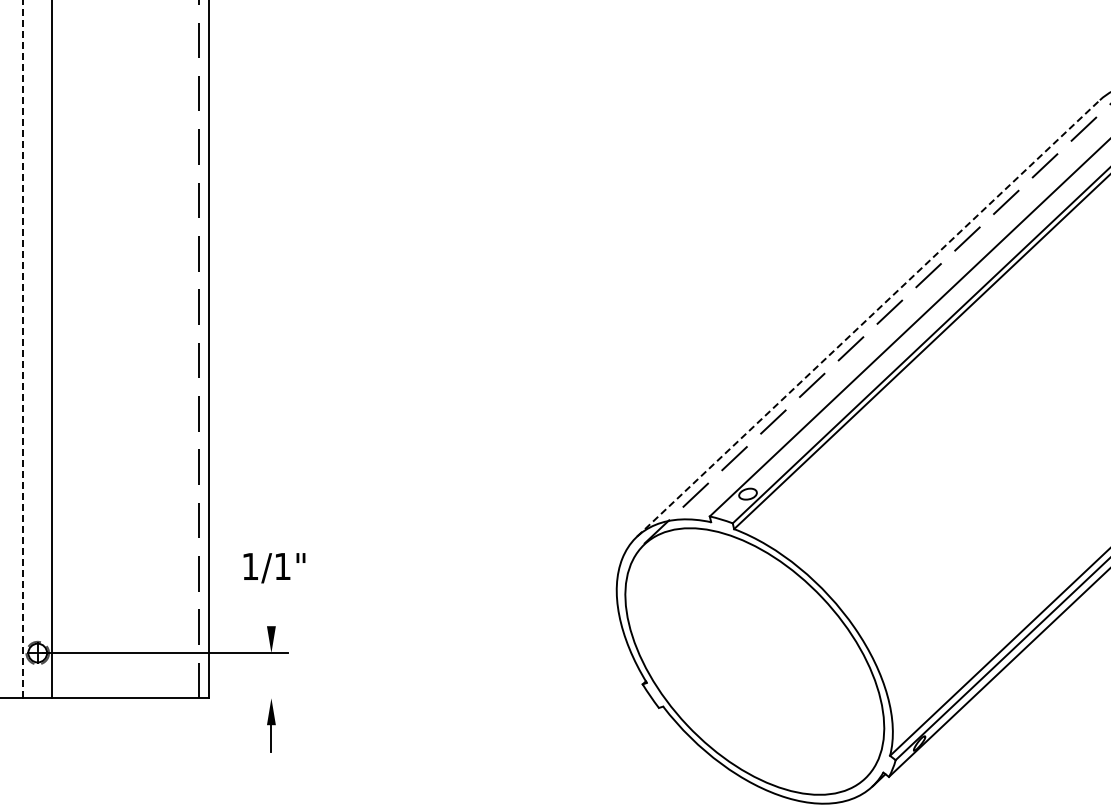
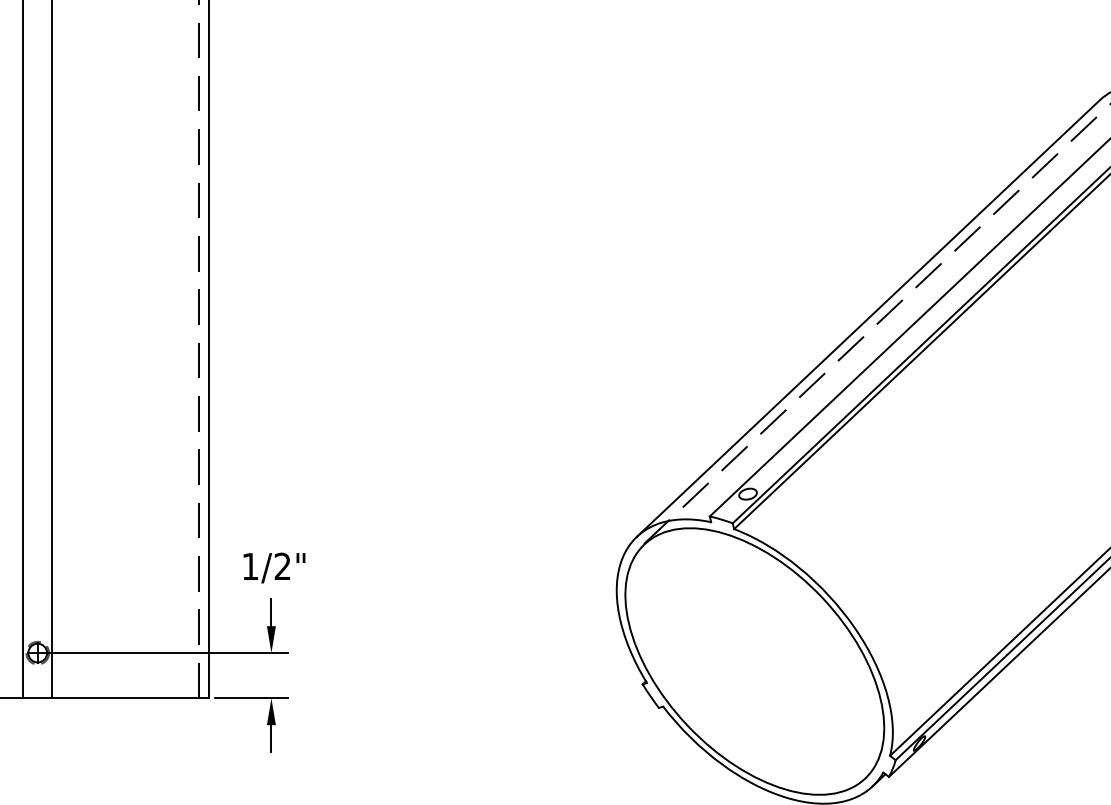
line at (868, 318): dashed -> solid
line at (23, 348): dashed -> solid
text at (282, 565): 1/1" -> 1/2"
line at (271, 612): none -> present
line at (251, 698): none -> present
